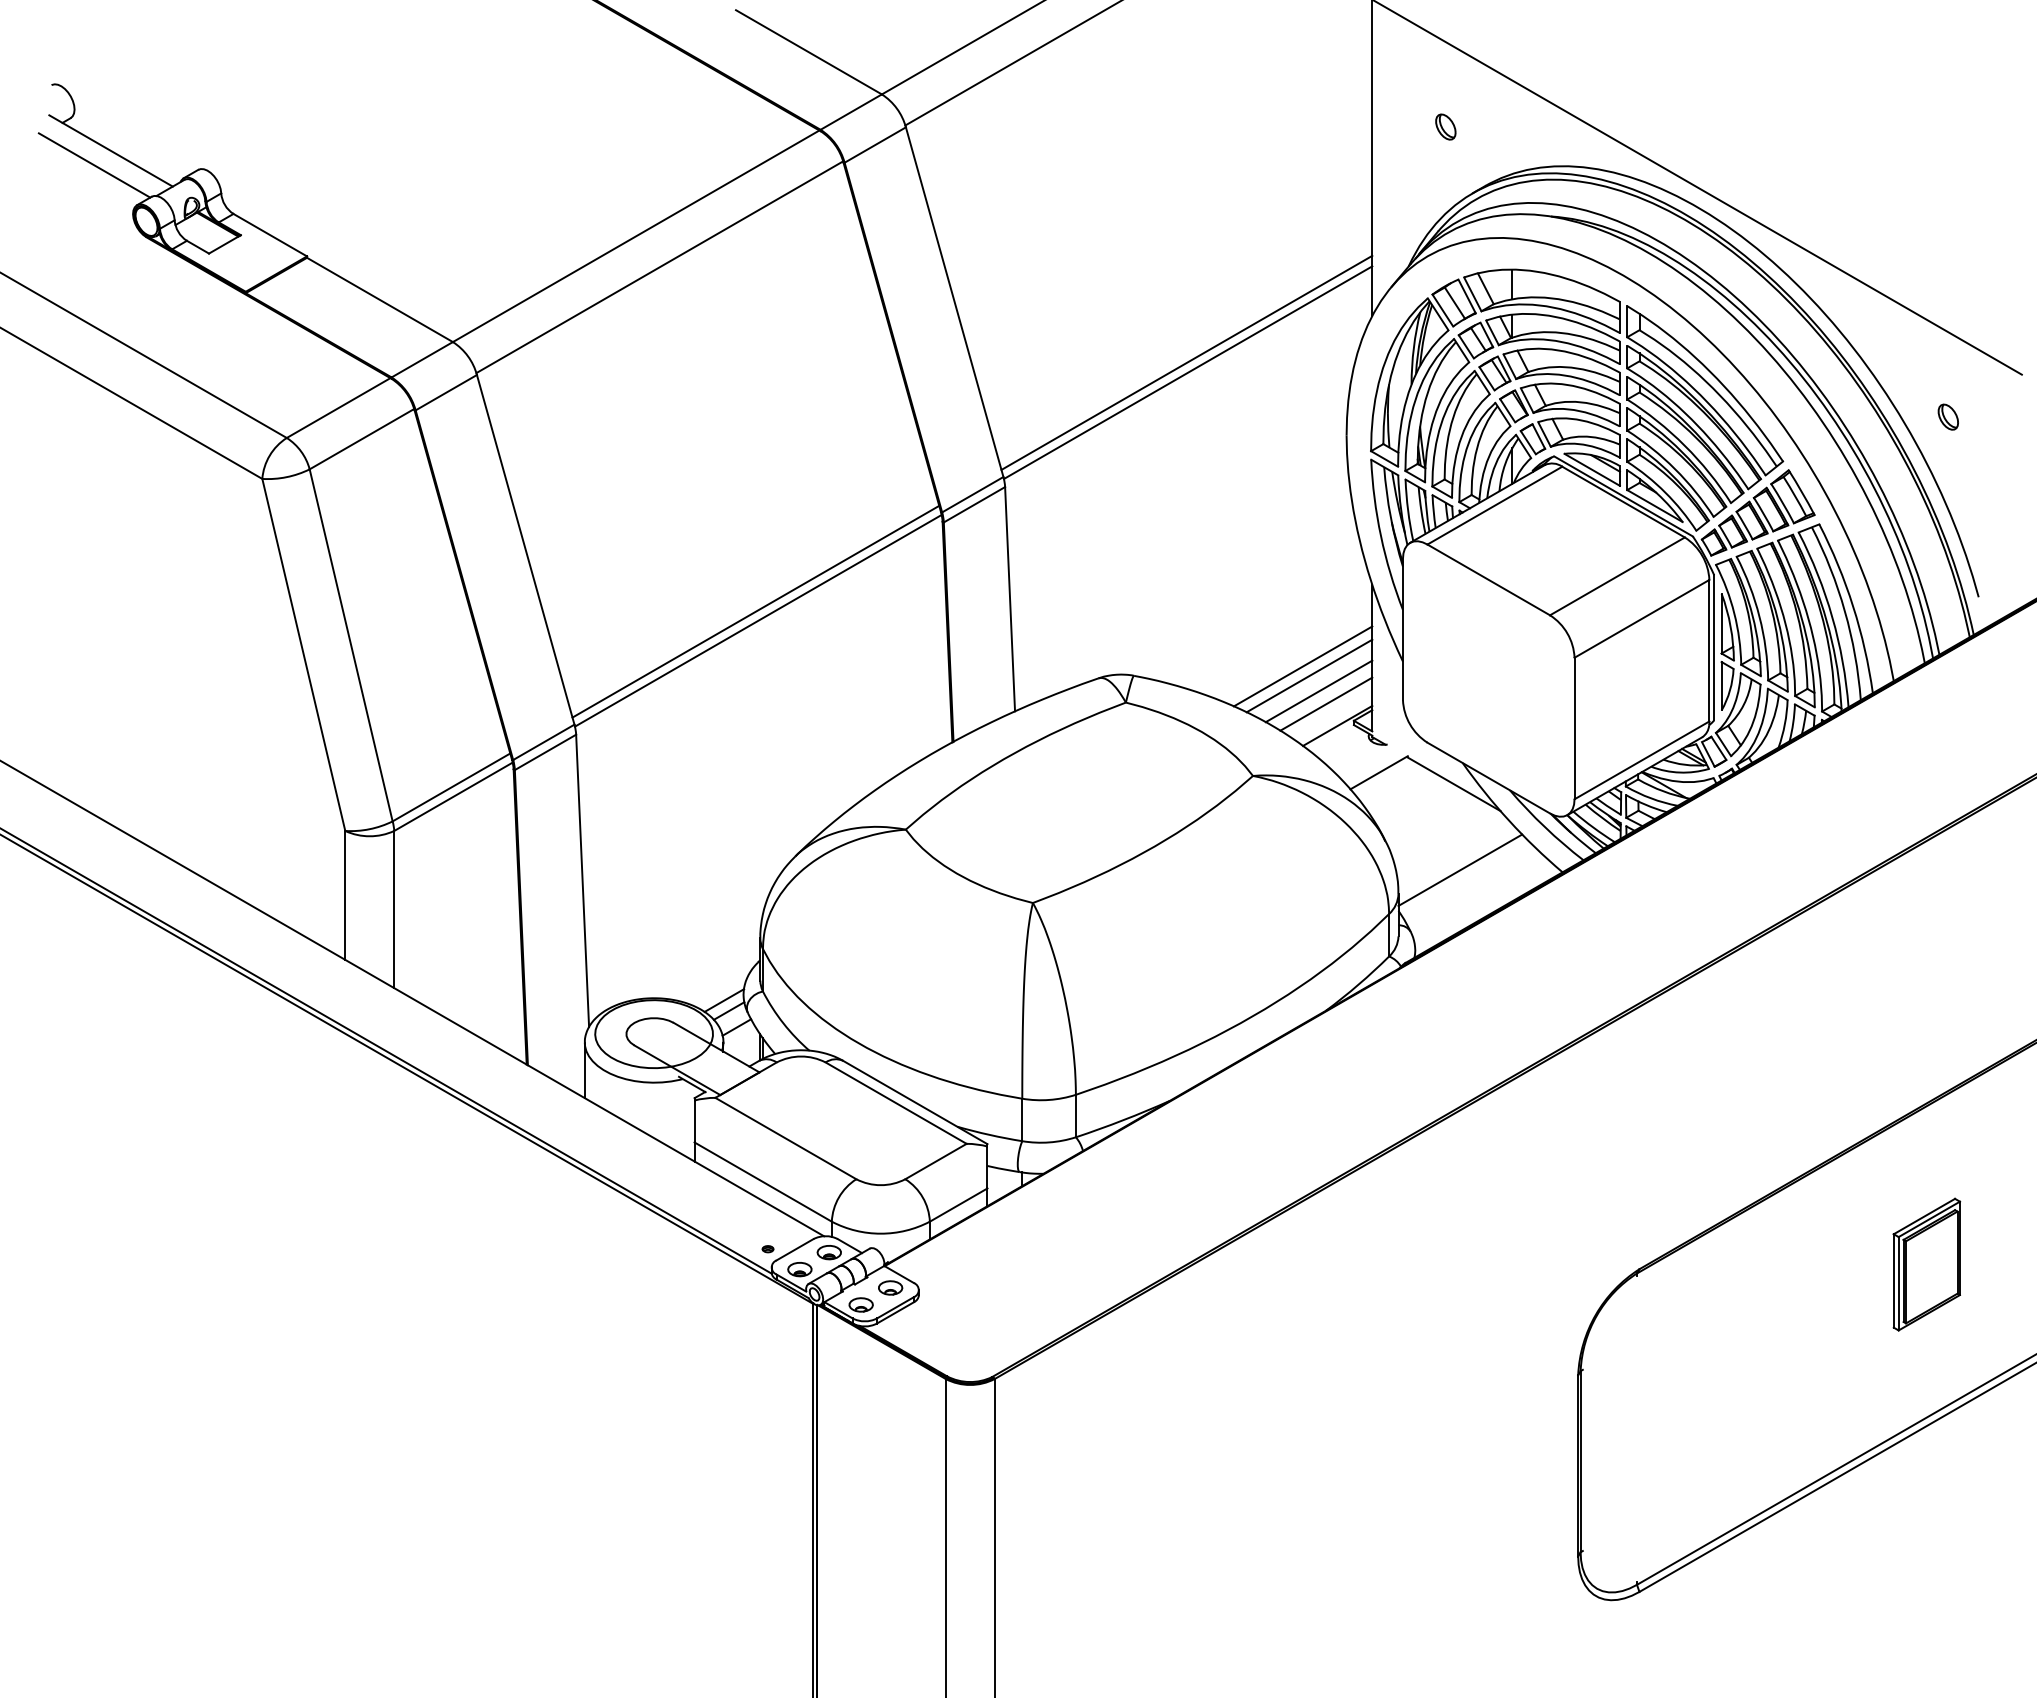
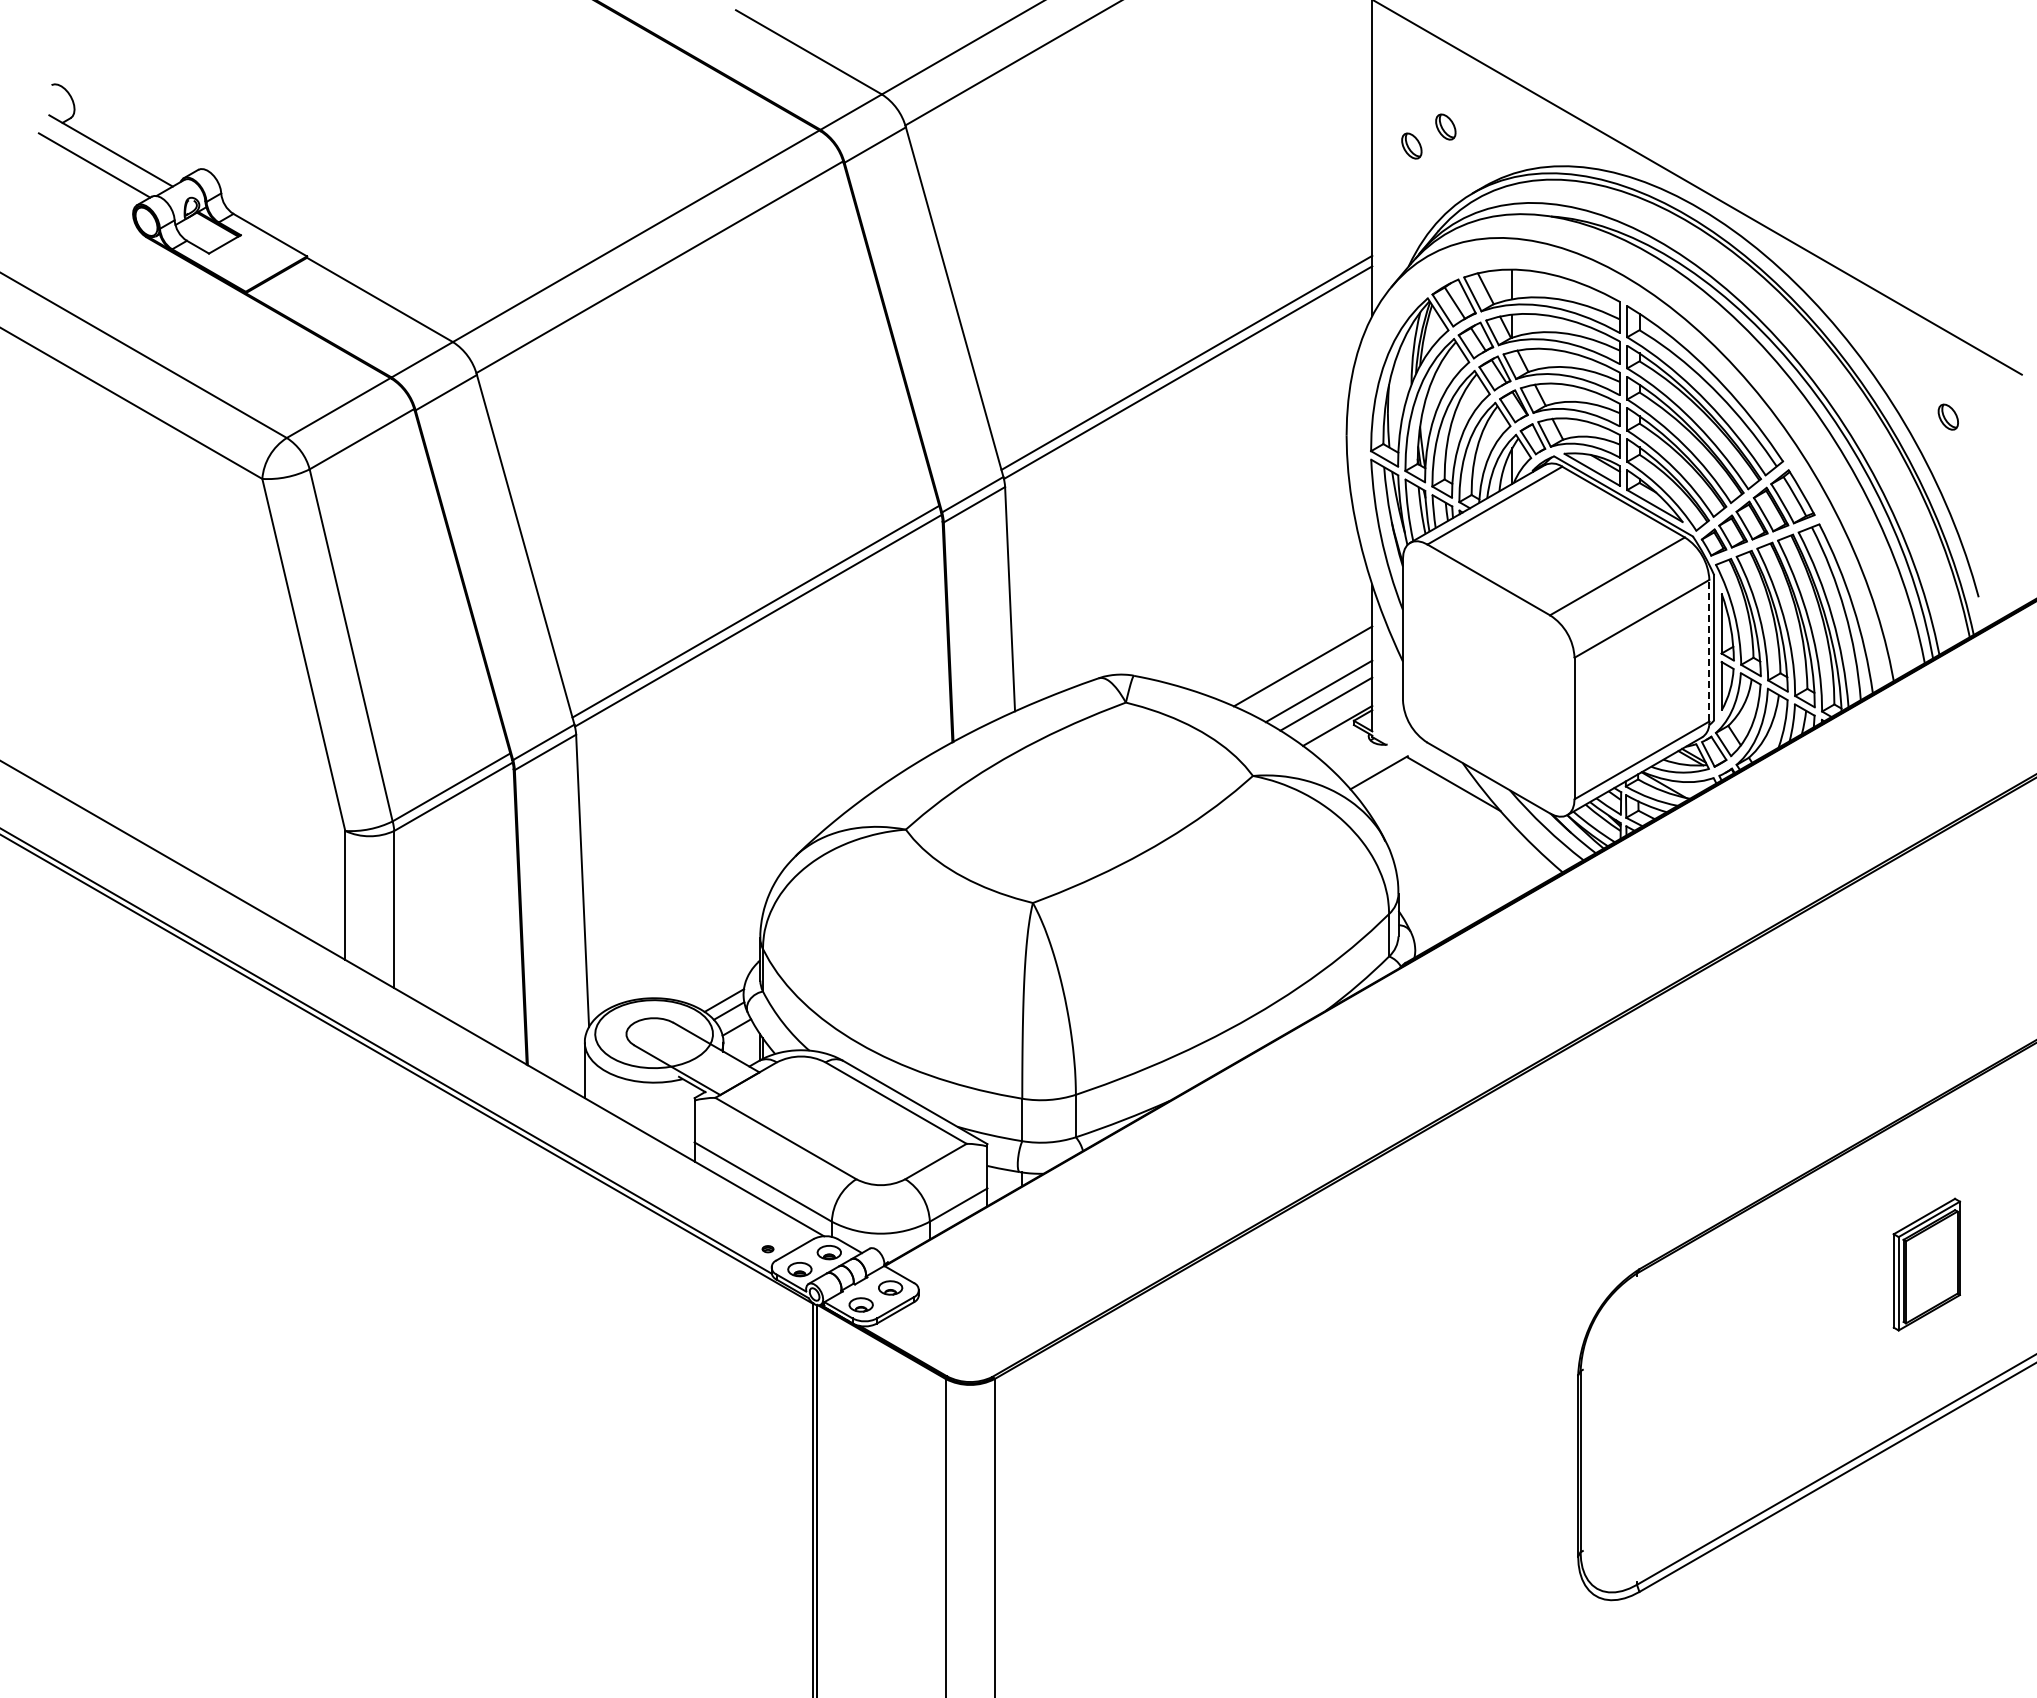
part at (1411, 145): none -> present
line at (1709, 650): solid -> dashed
line at (1309, 675): present -> none
line at (1460, 869): present -> none
